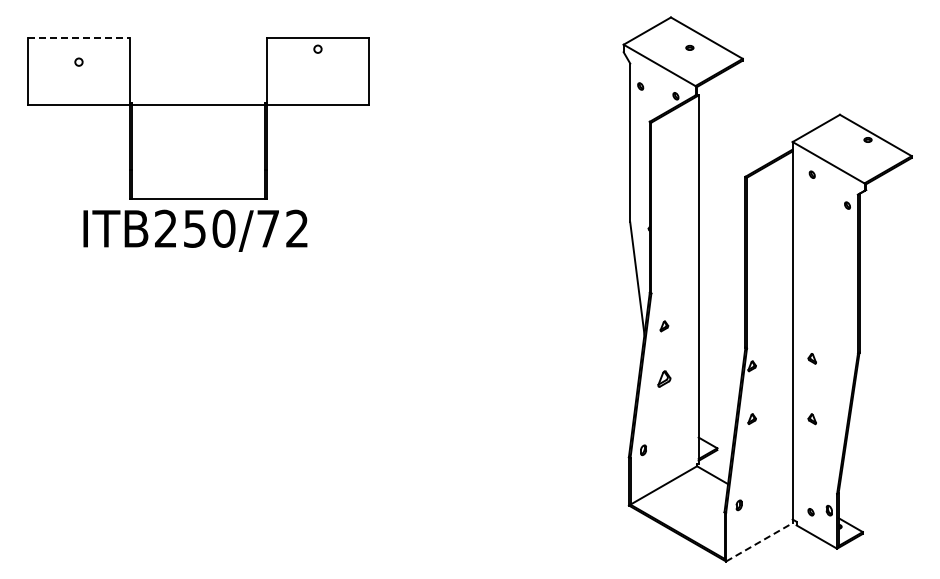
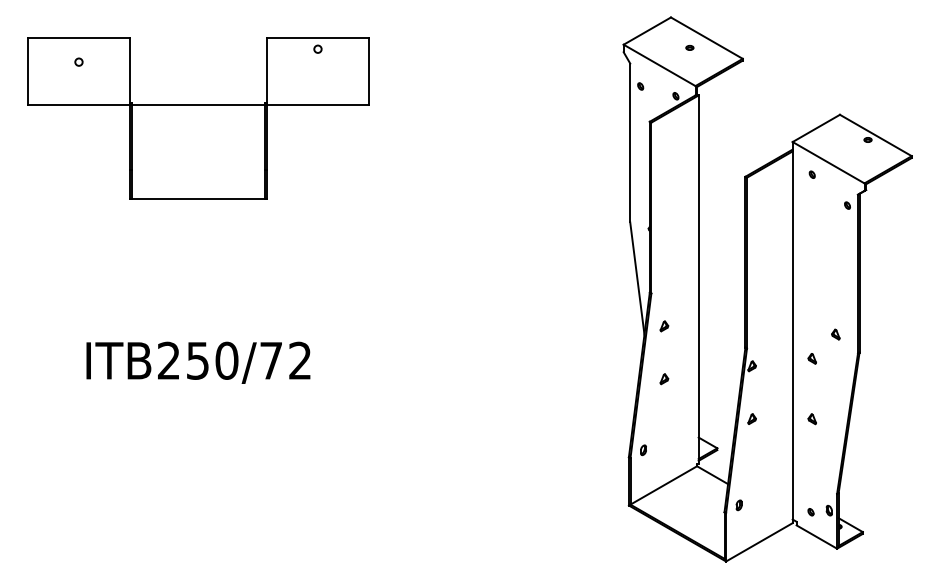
line at (78, 38): dashed -> solid
text at (195, 230) position: (195, 230) -> (198, 362)
part at (835, 334): none -> present
part at (664, 378) size: 15x18 px -> 11x13 px
line at (759, 542): dashed -> solid
